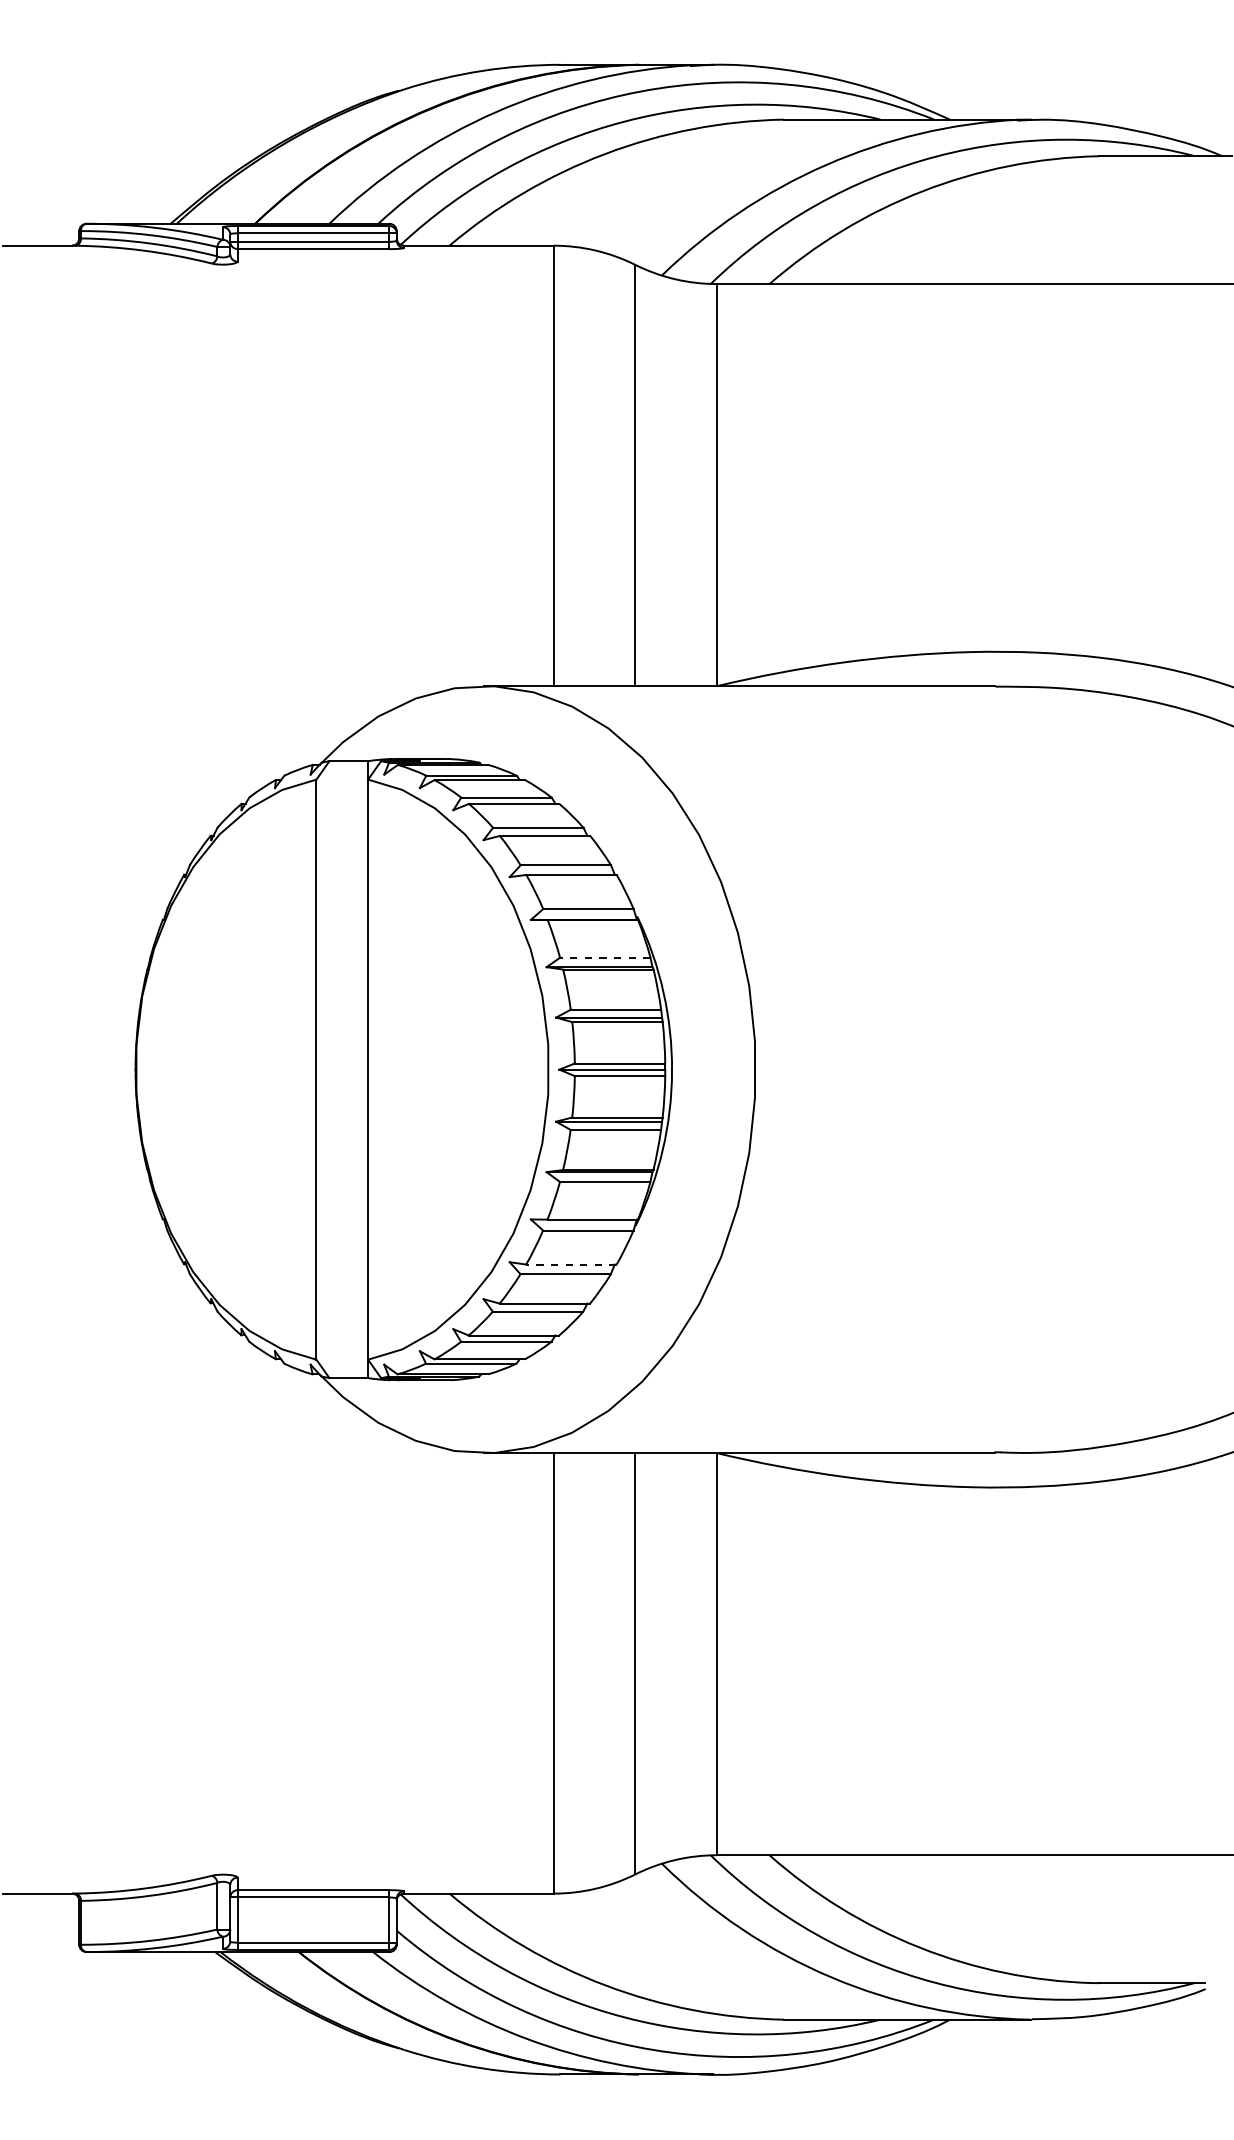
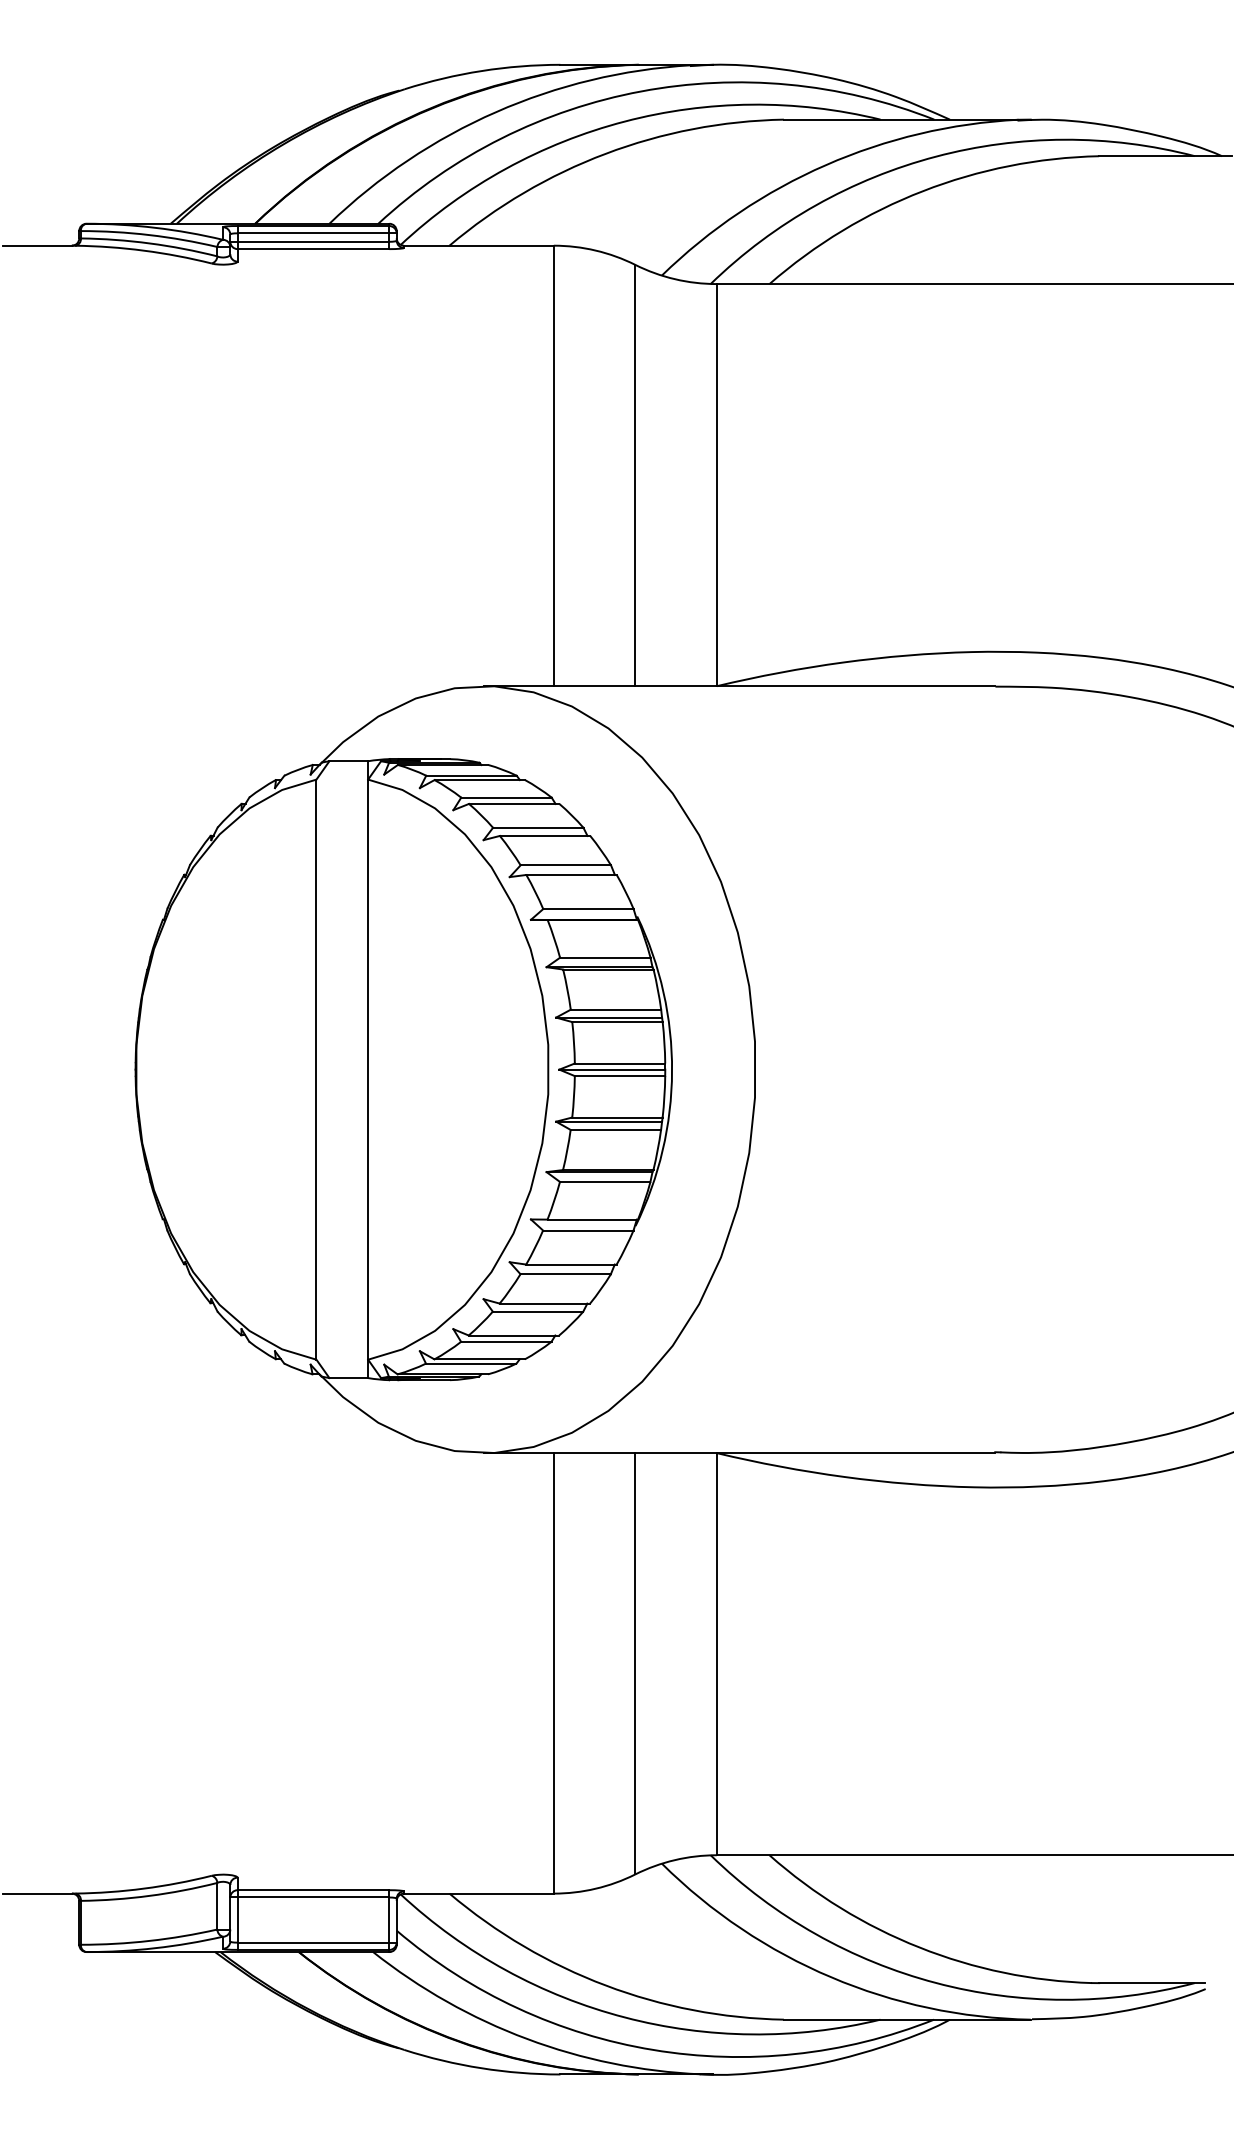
line at (604, 957): dashed -> solid
line at (570, 1264): dashed -> solid
